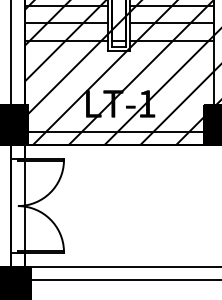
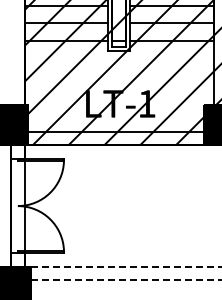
line at (11, 53): present -> none
line at (126, 266): solid -> dashed
line at (127, 280): solid -> dashed
